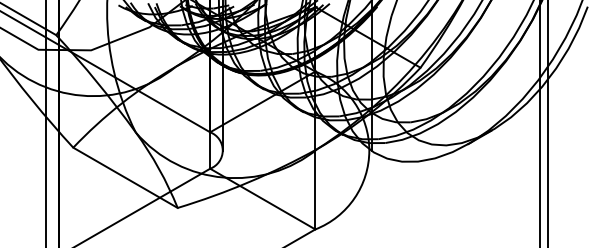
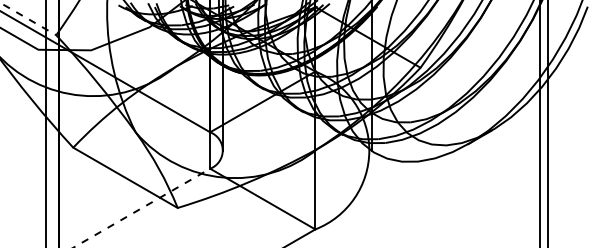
line at (28, 19): solid -> dashed
line at (141, 208): solid -> dashed
